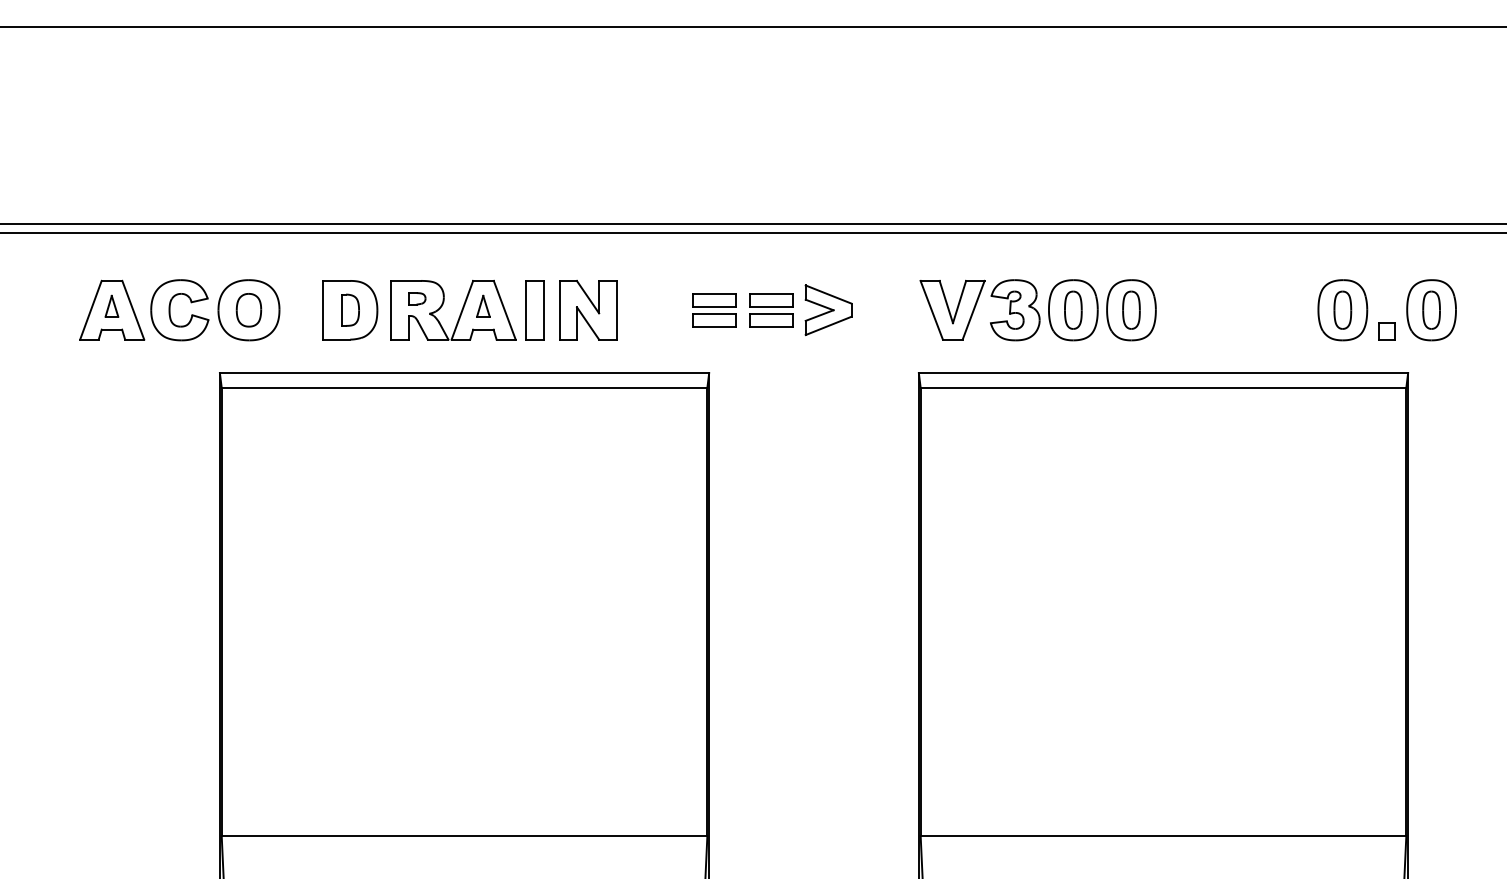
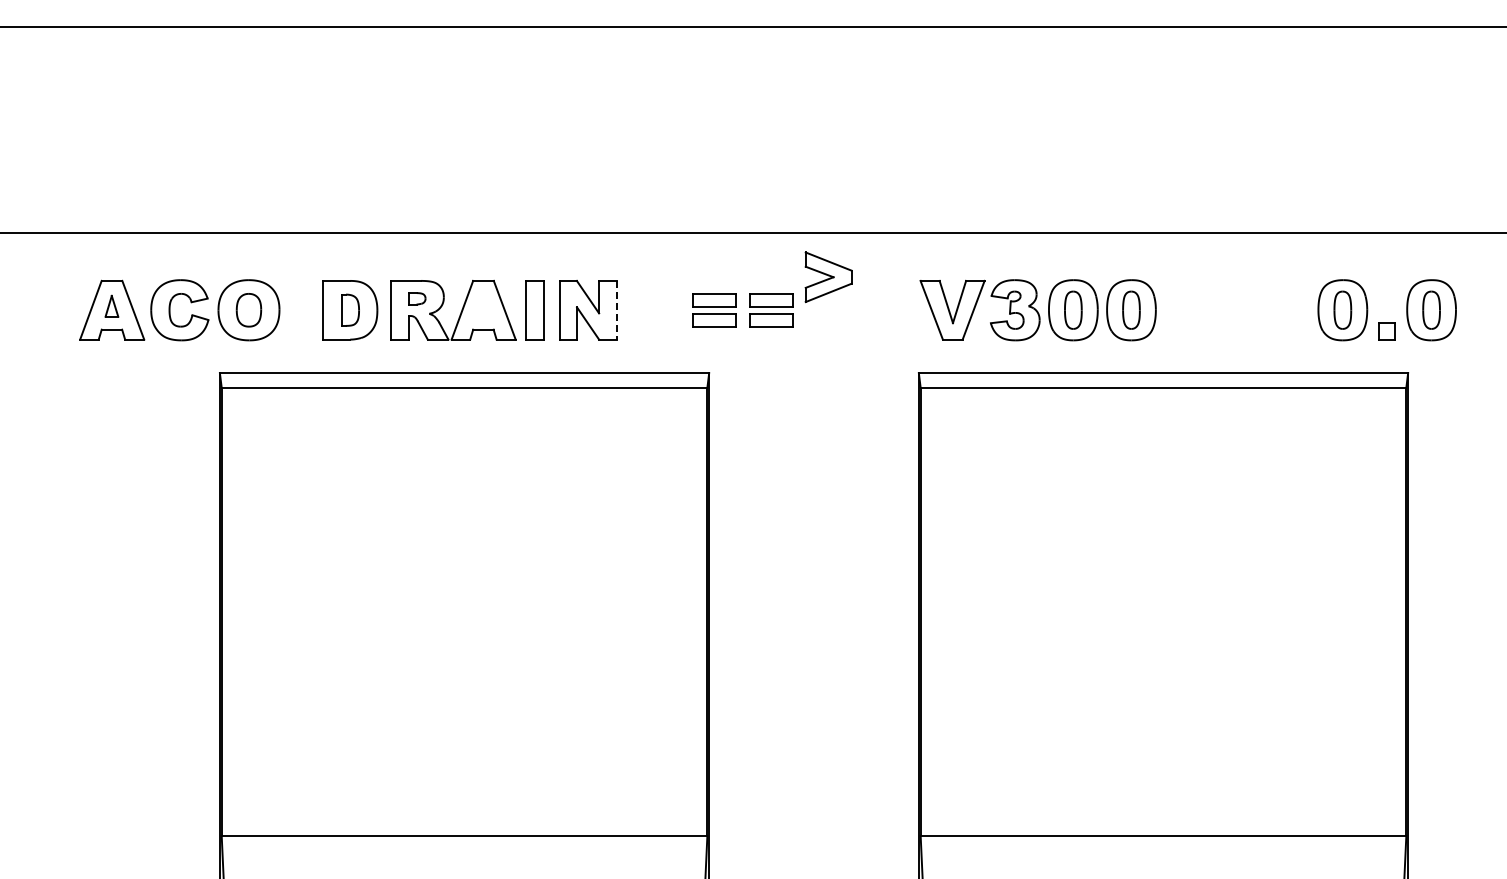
line at (752, 224): present -> none
part at (483, 305): present -> none
line at (616, 310): solid -> dashed
part at (828, 310) position: (828, 310) -> (828, 277)
